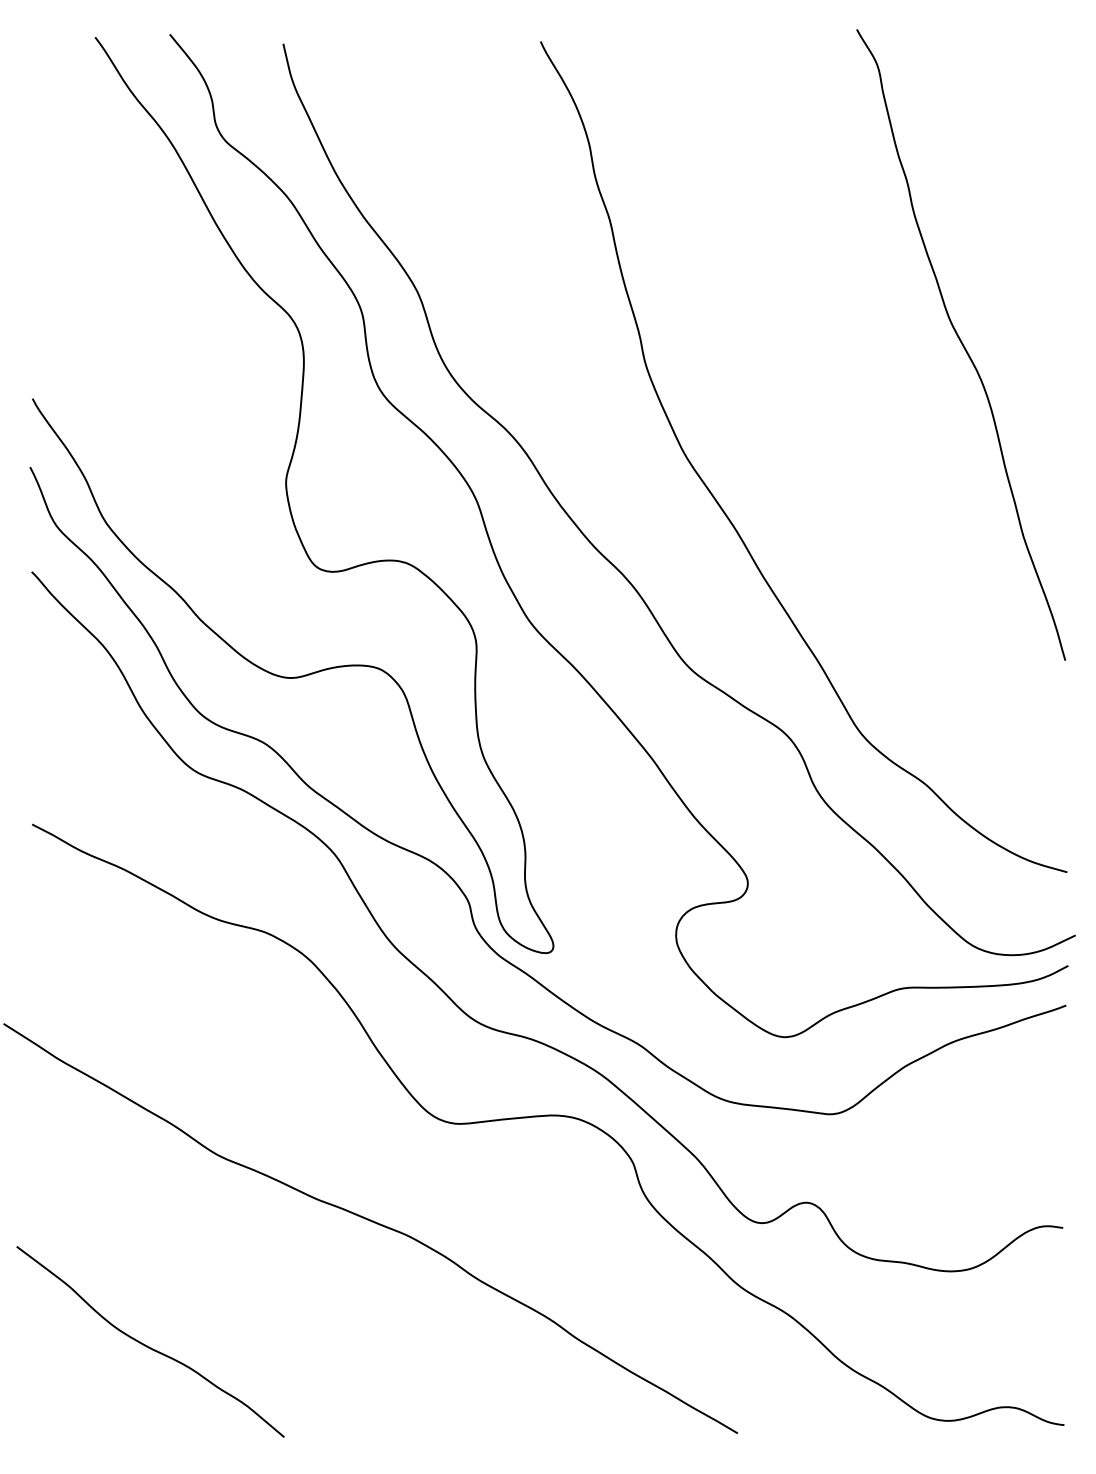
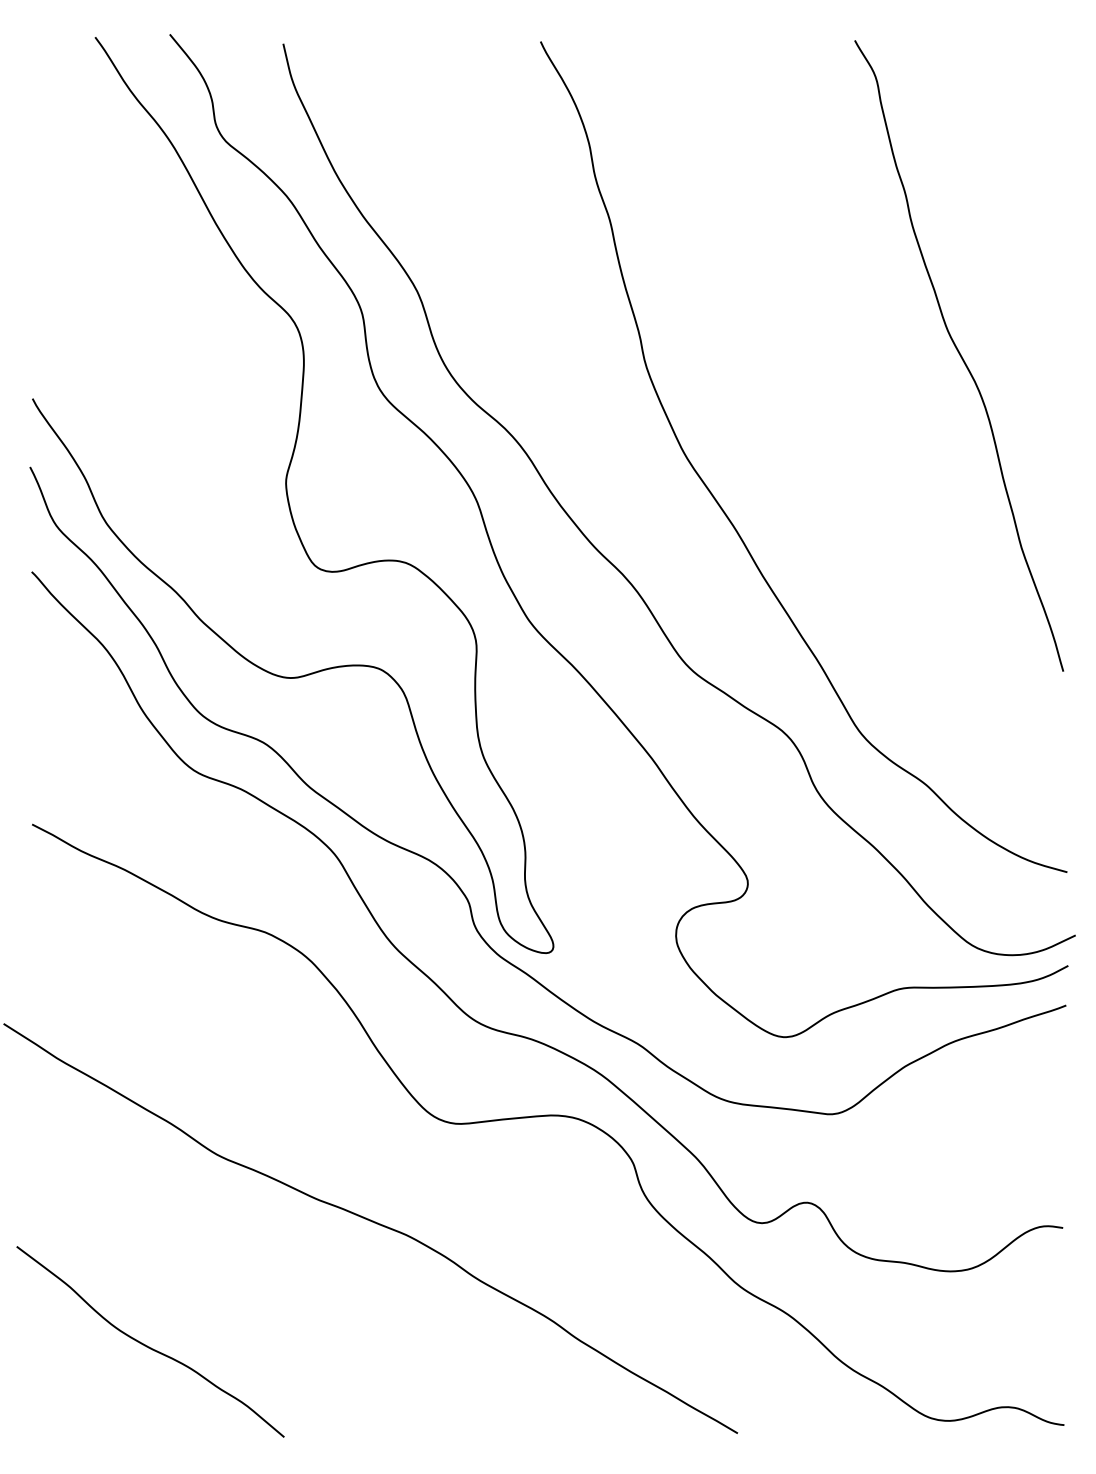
curve at (961, 344) position: (961, 344) -> (959, 355)
